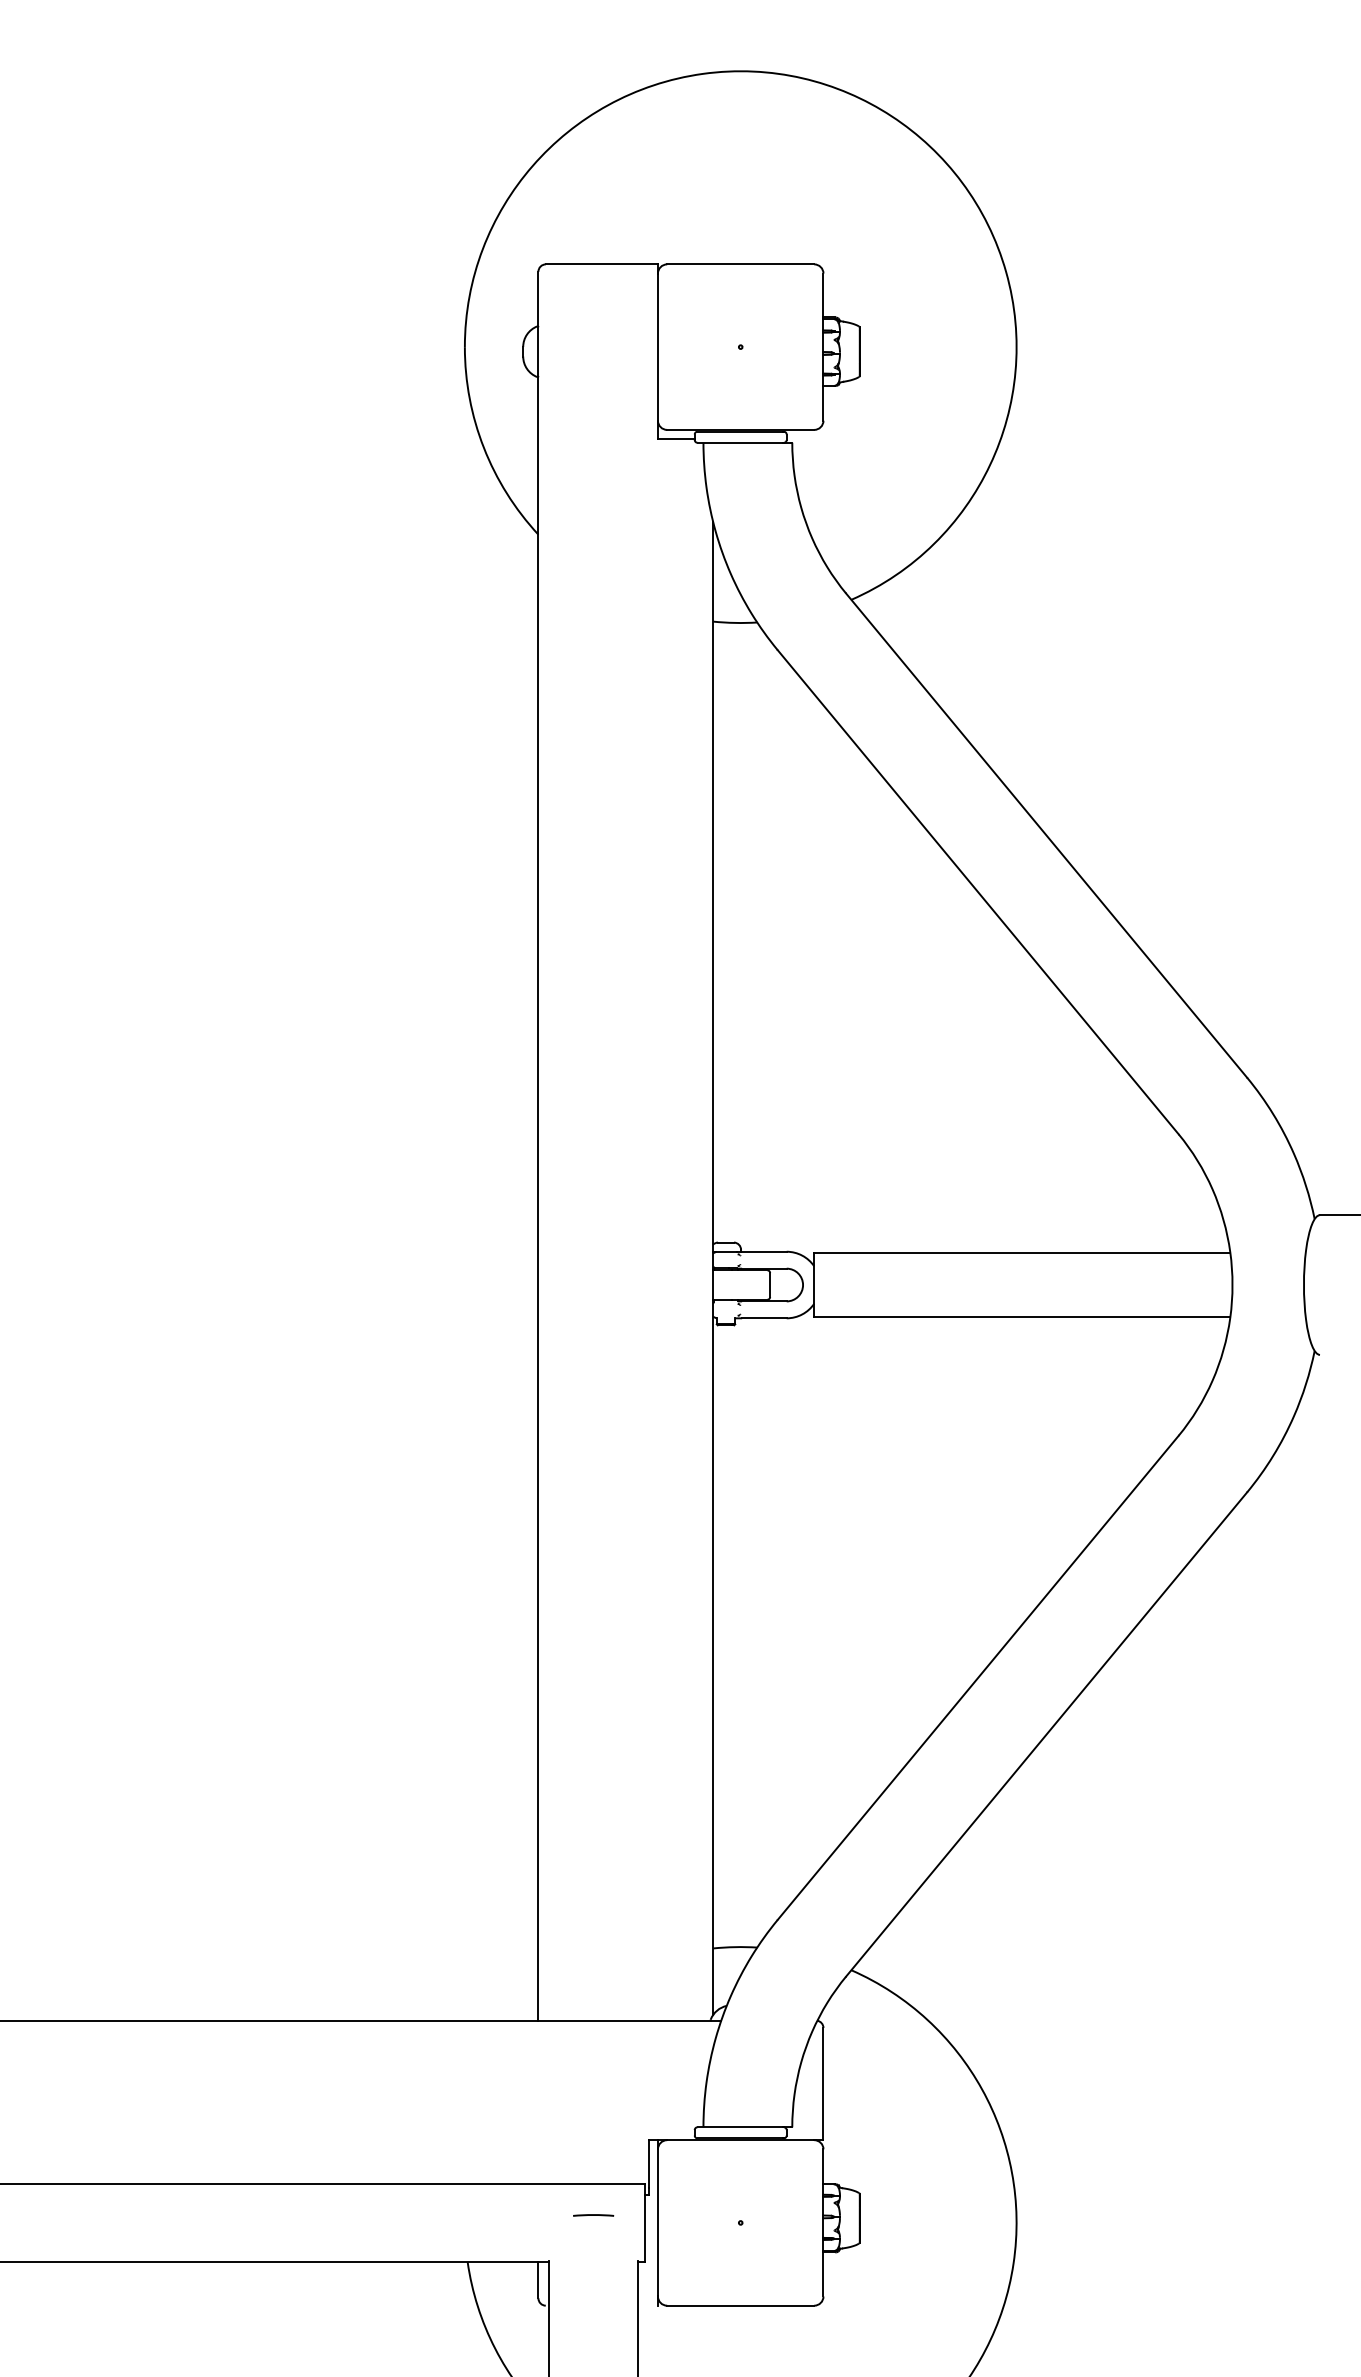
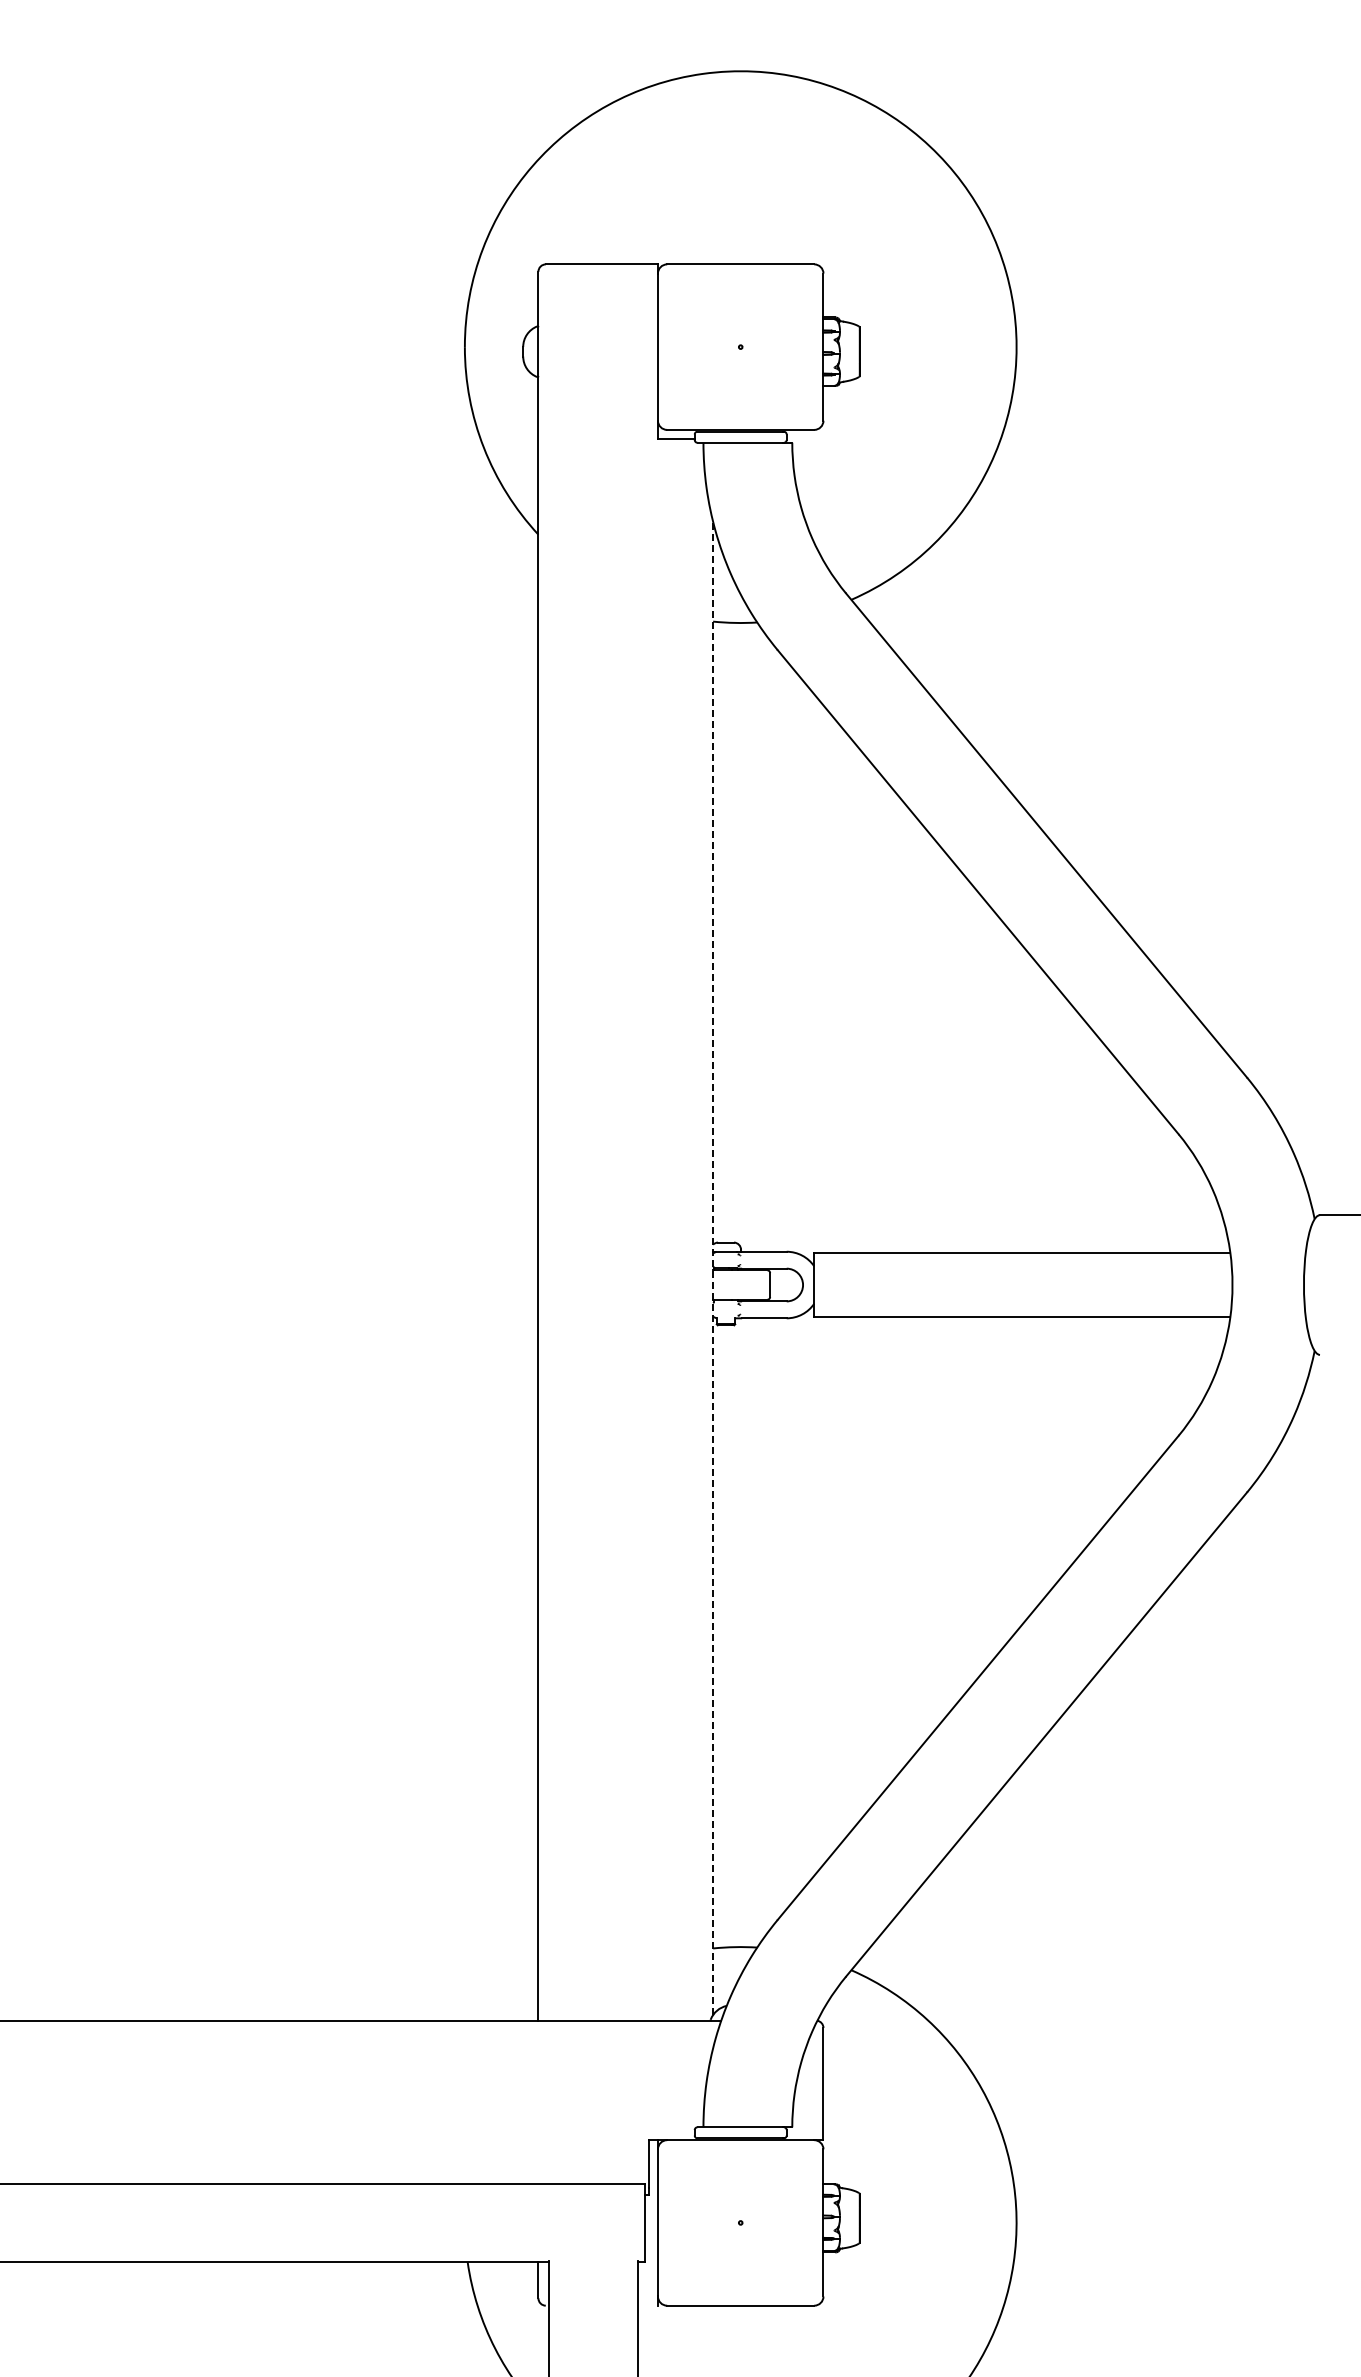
line at (713, 1268): solid -> dashed
line at (593, 2215): present -> none
